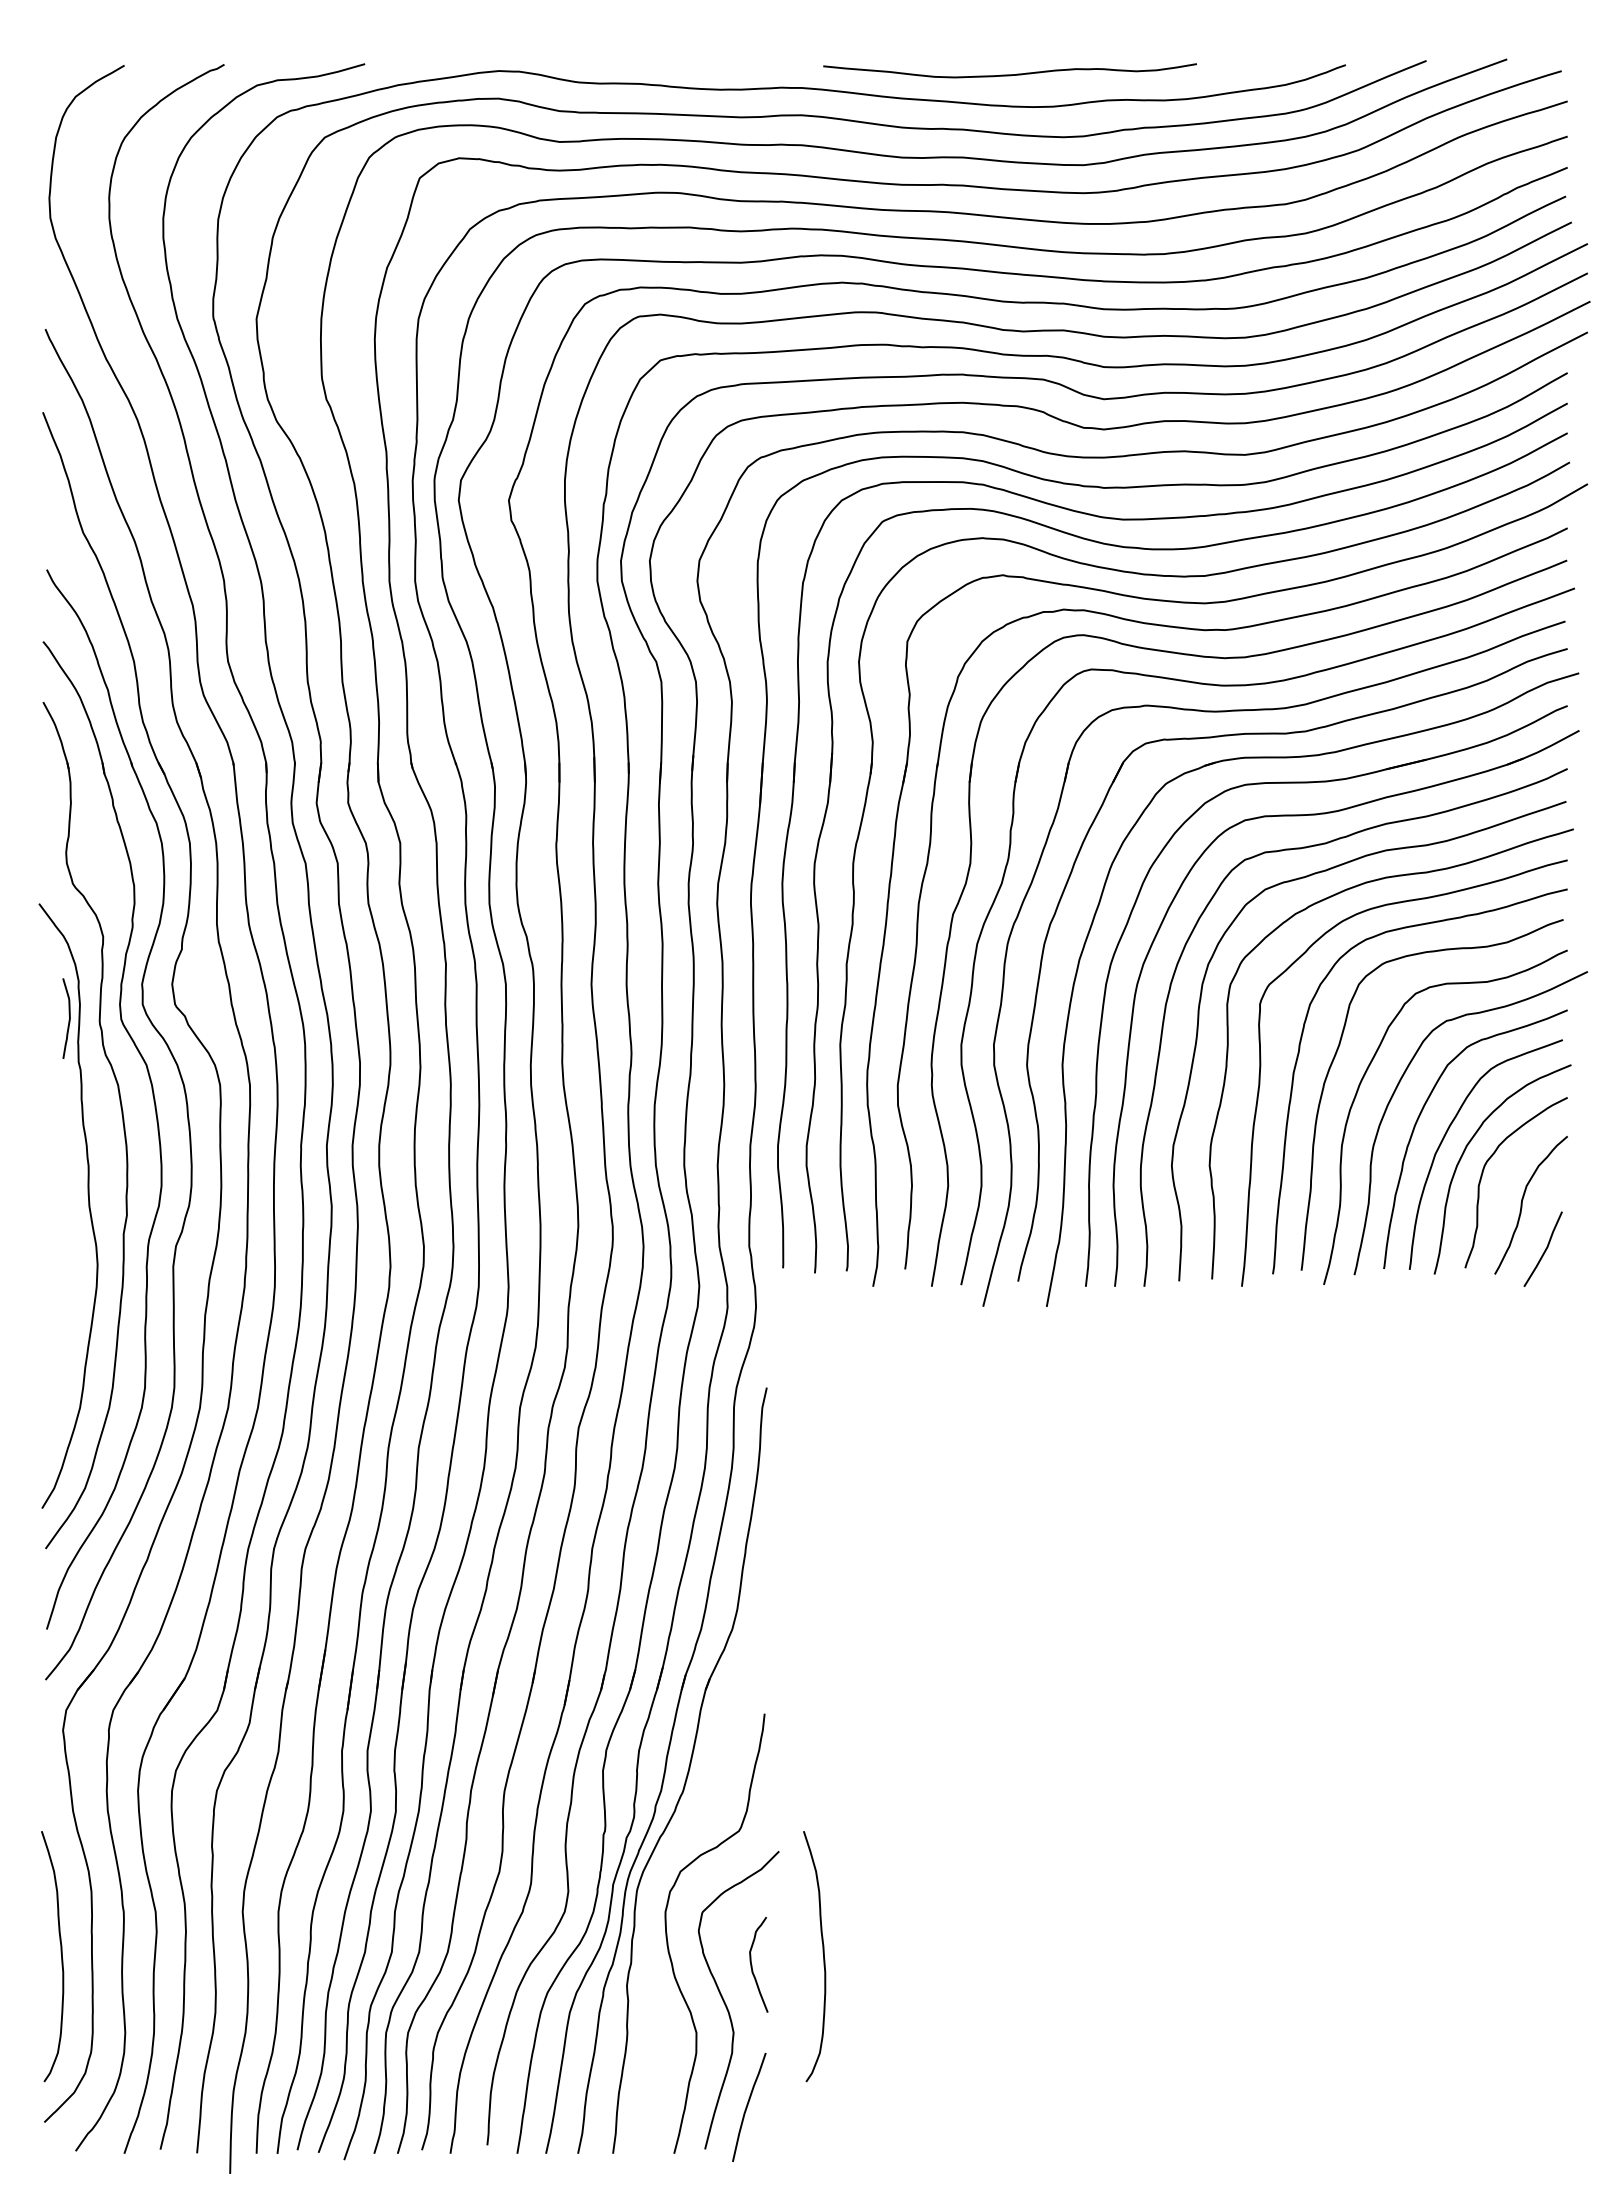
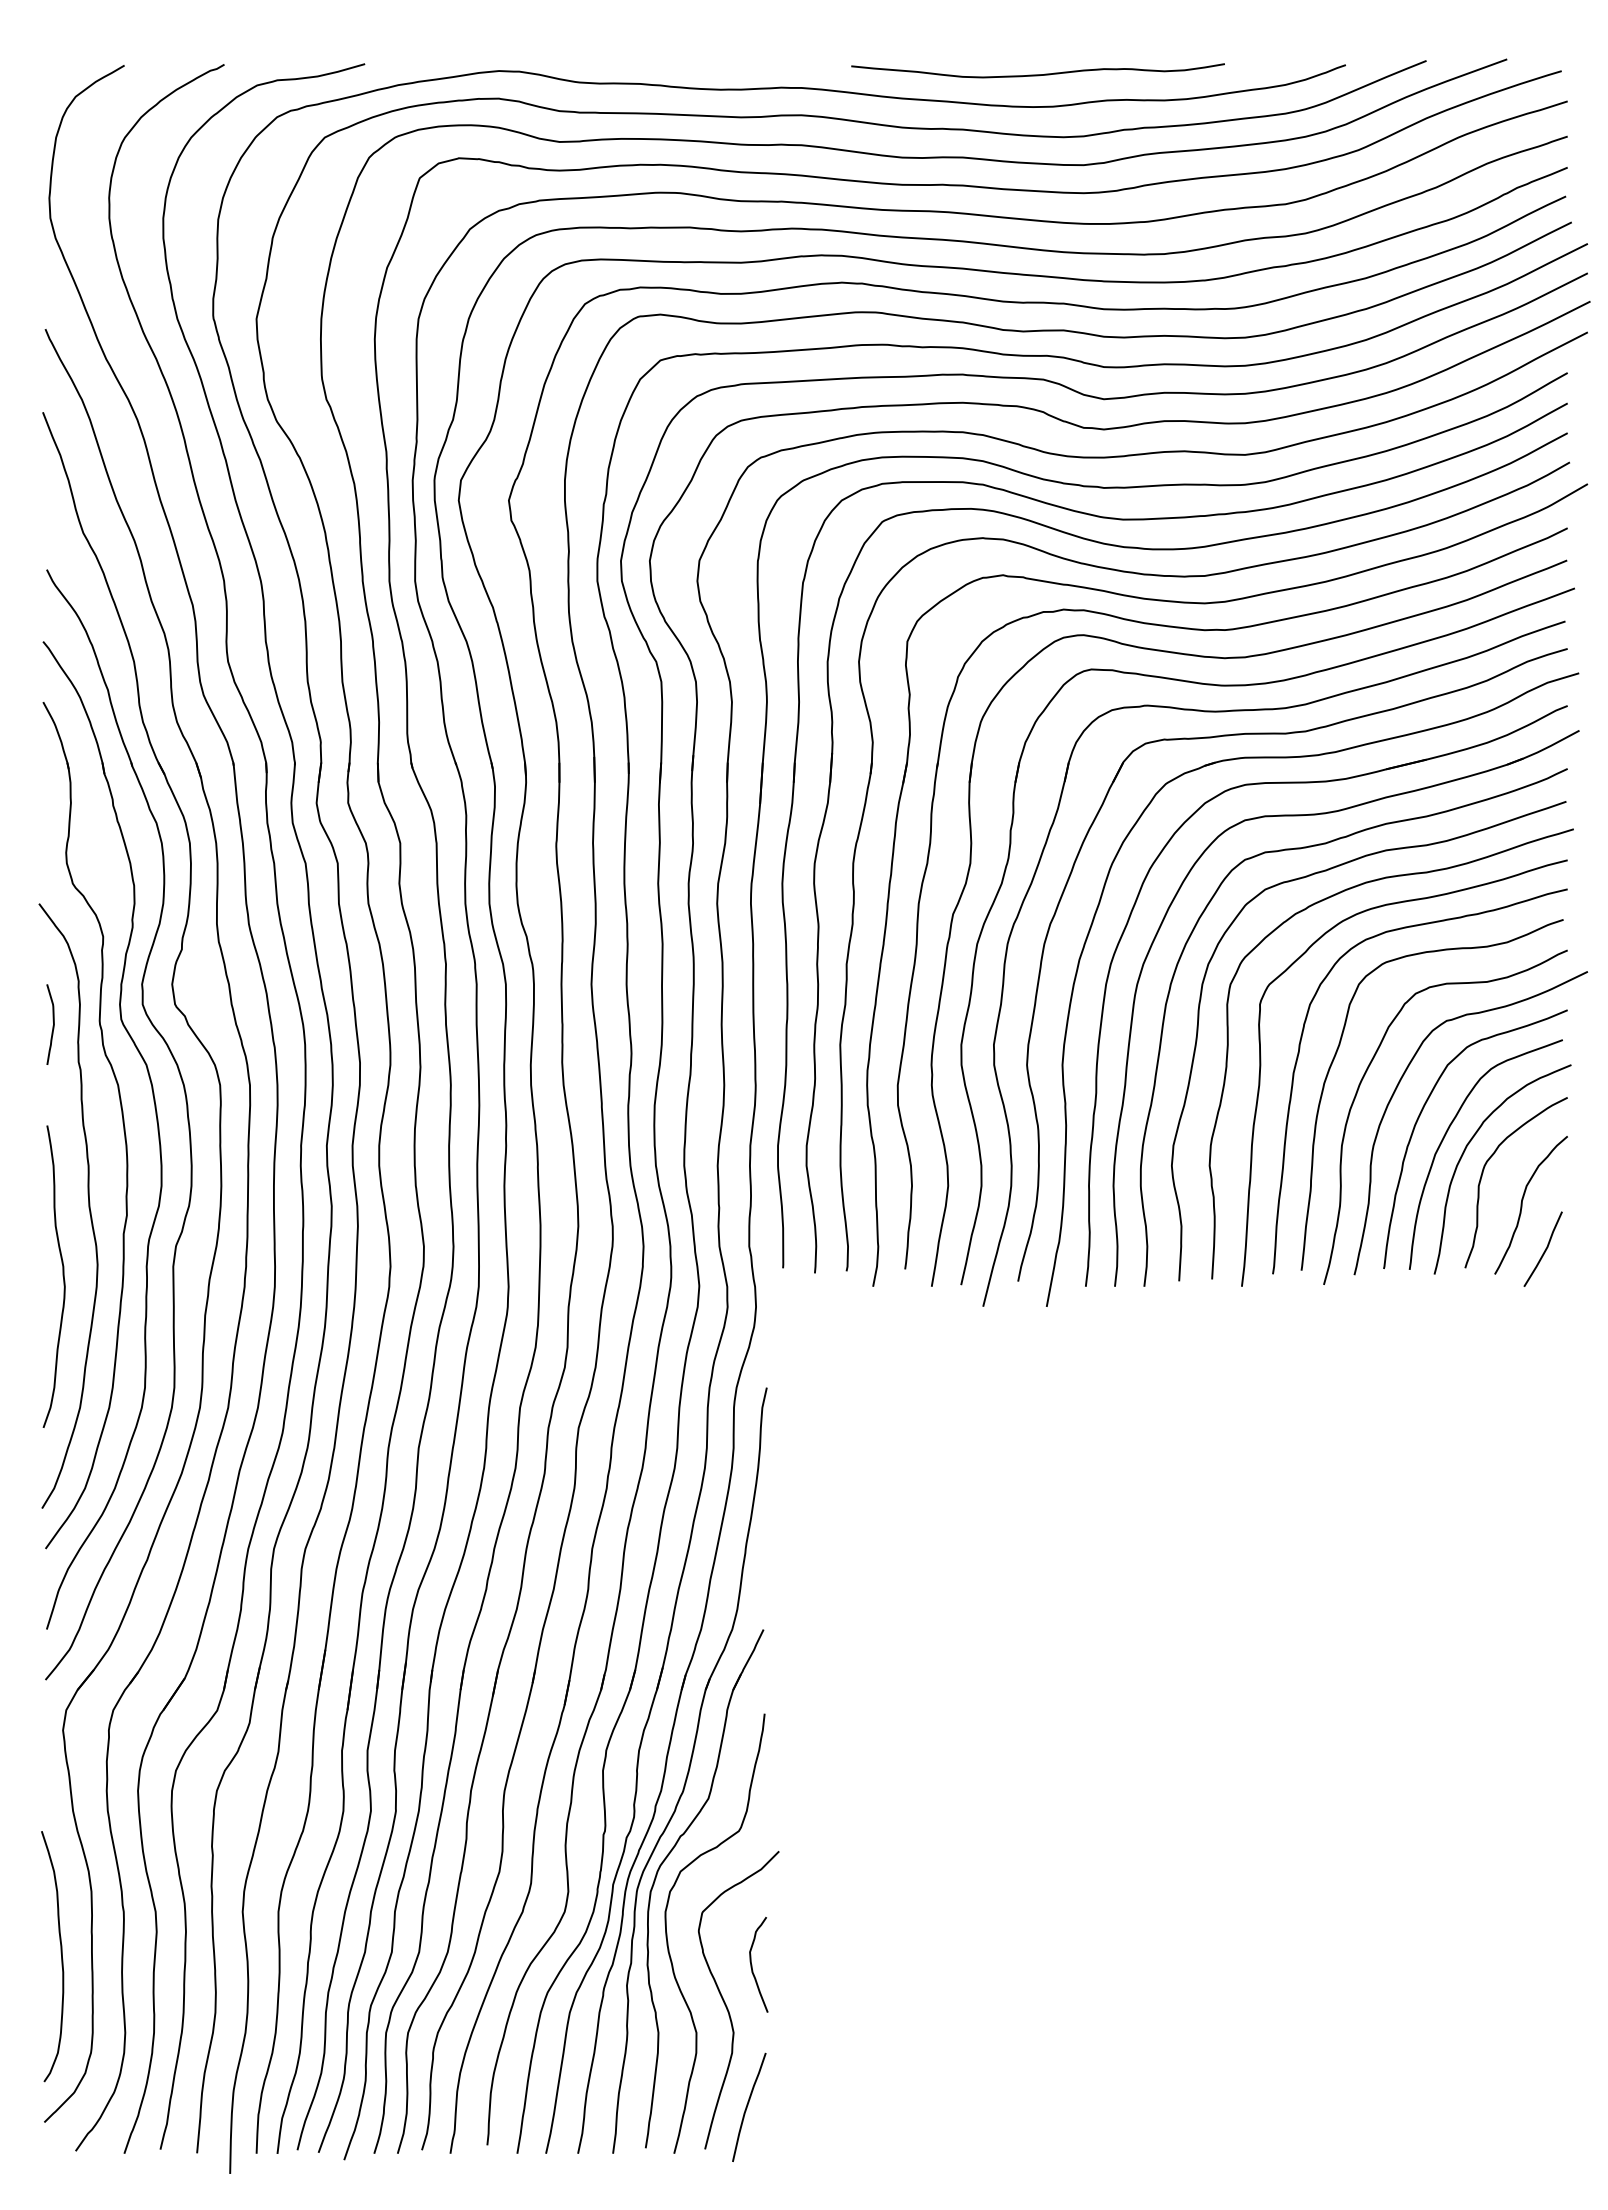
curve at (1009, 74) position: (1009, 74) -> (1037, 74)
curve at (68, 1019) position: (68, 1019) -> (52, 1025)
curve at (62, 1276): none -> present
part at (666, 1859): none -> present
curve at (822, 1953): present -> none
